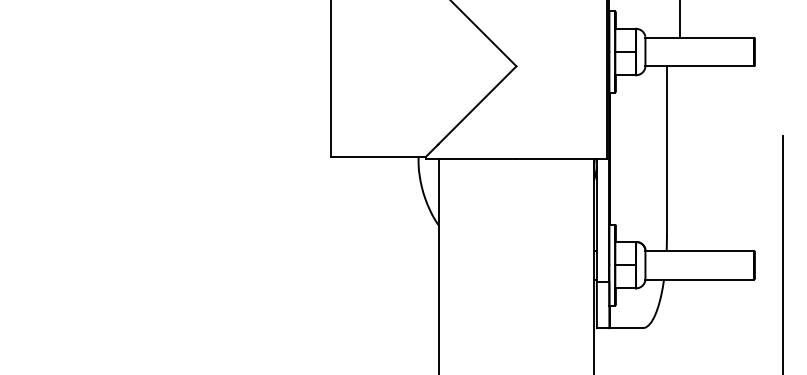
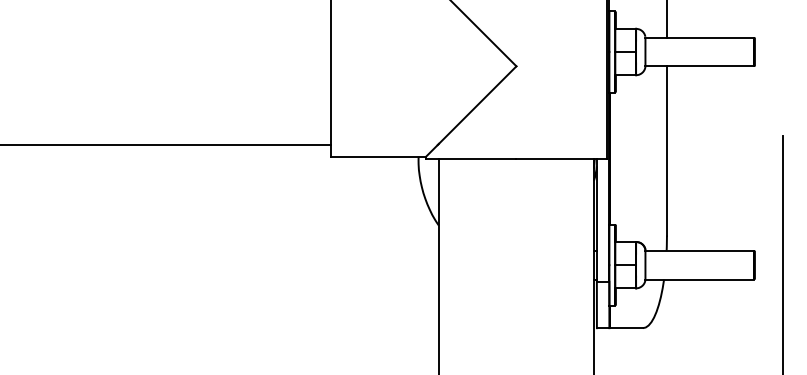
line at (679, 19) position: (679, 19) -> (666, 19)
line at (166, 145): none -> present
